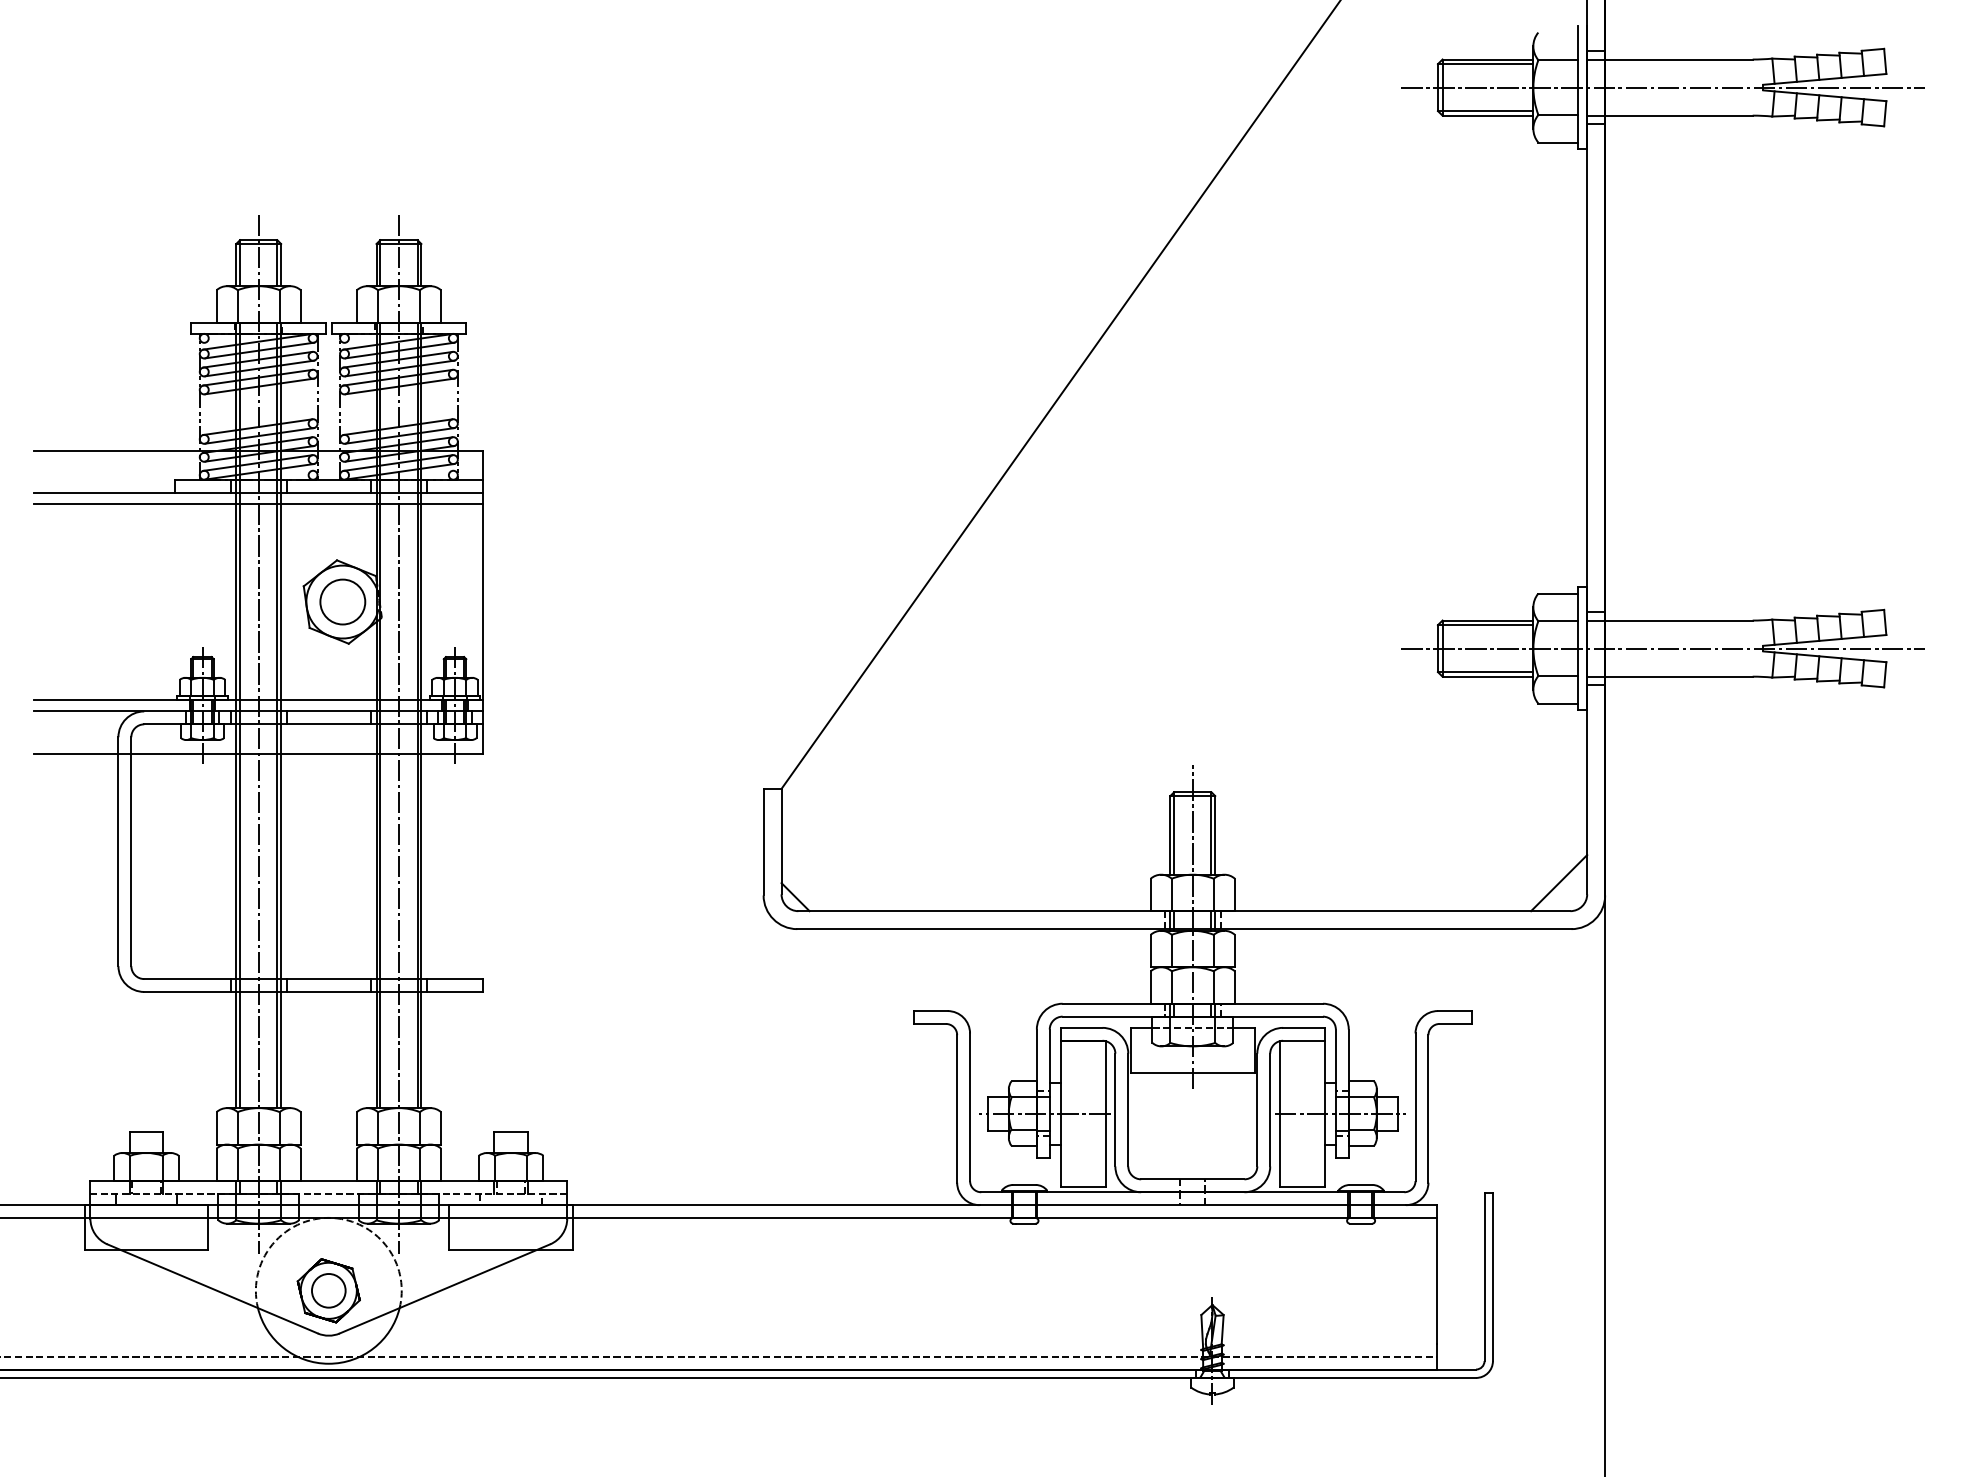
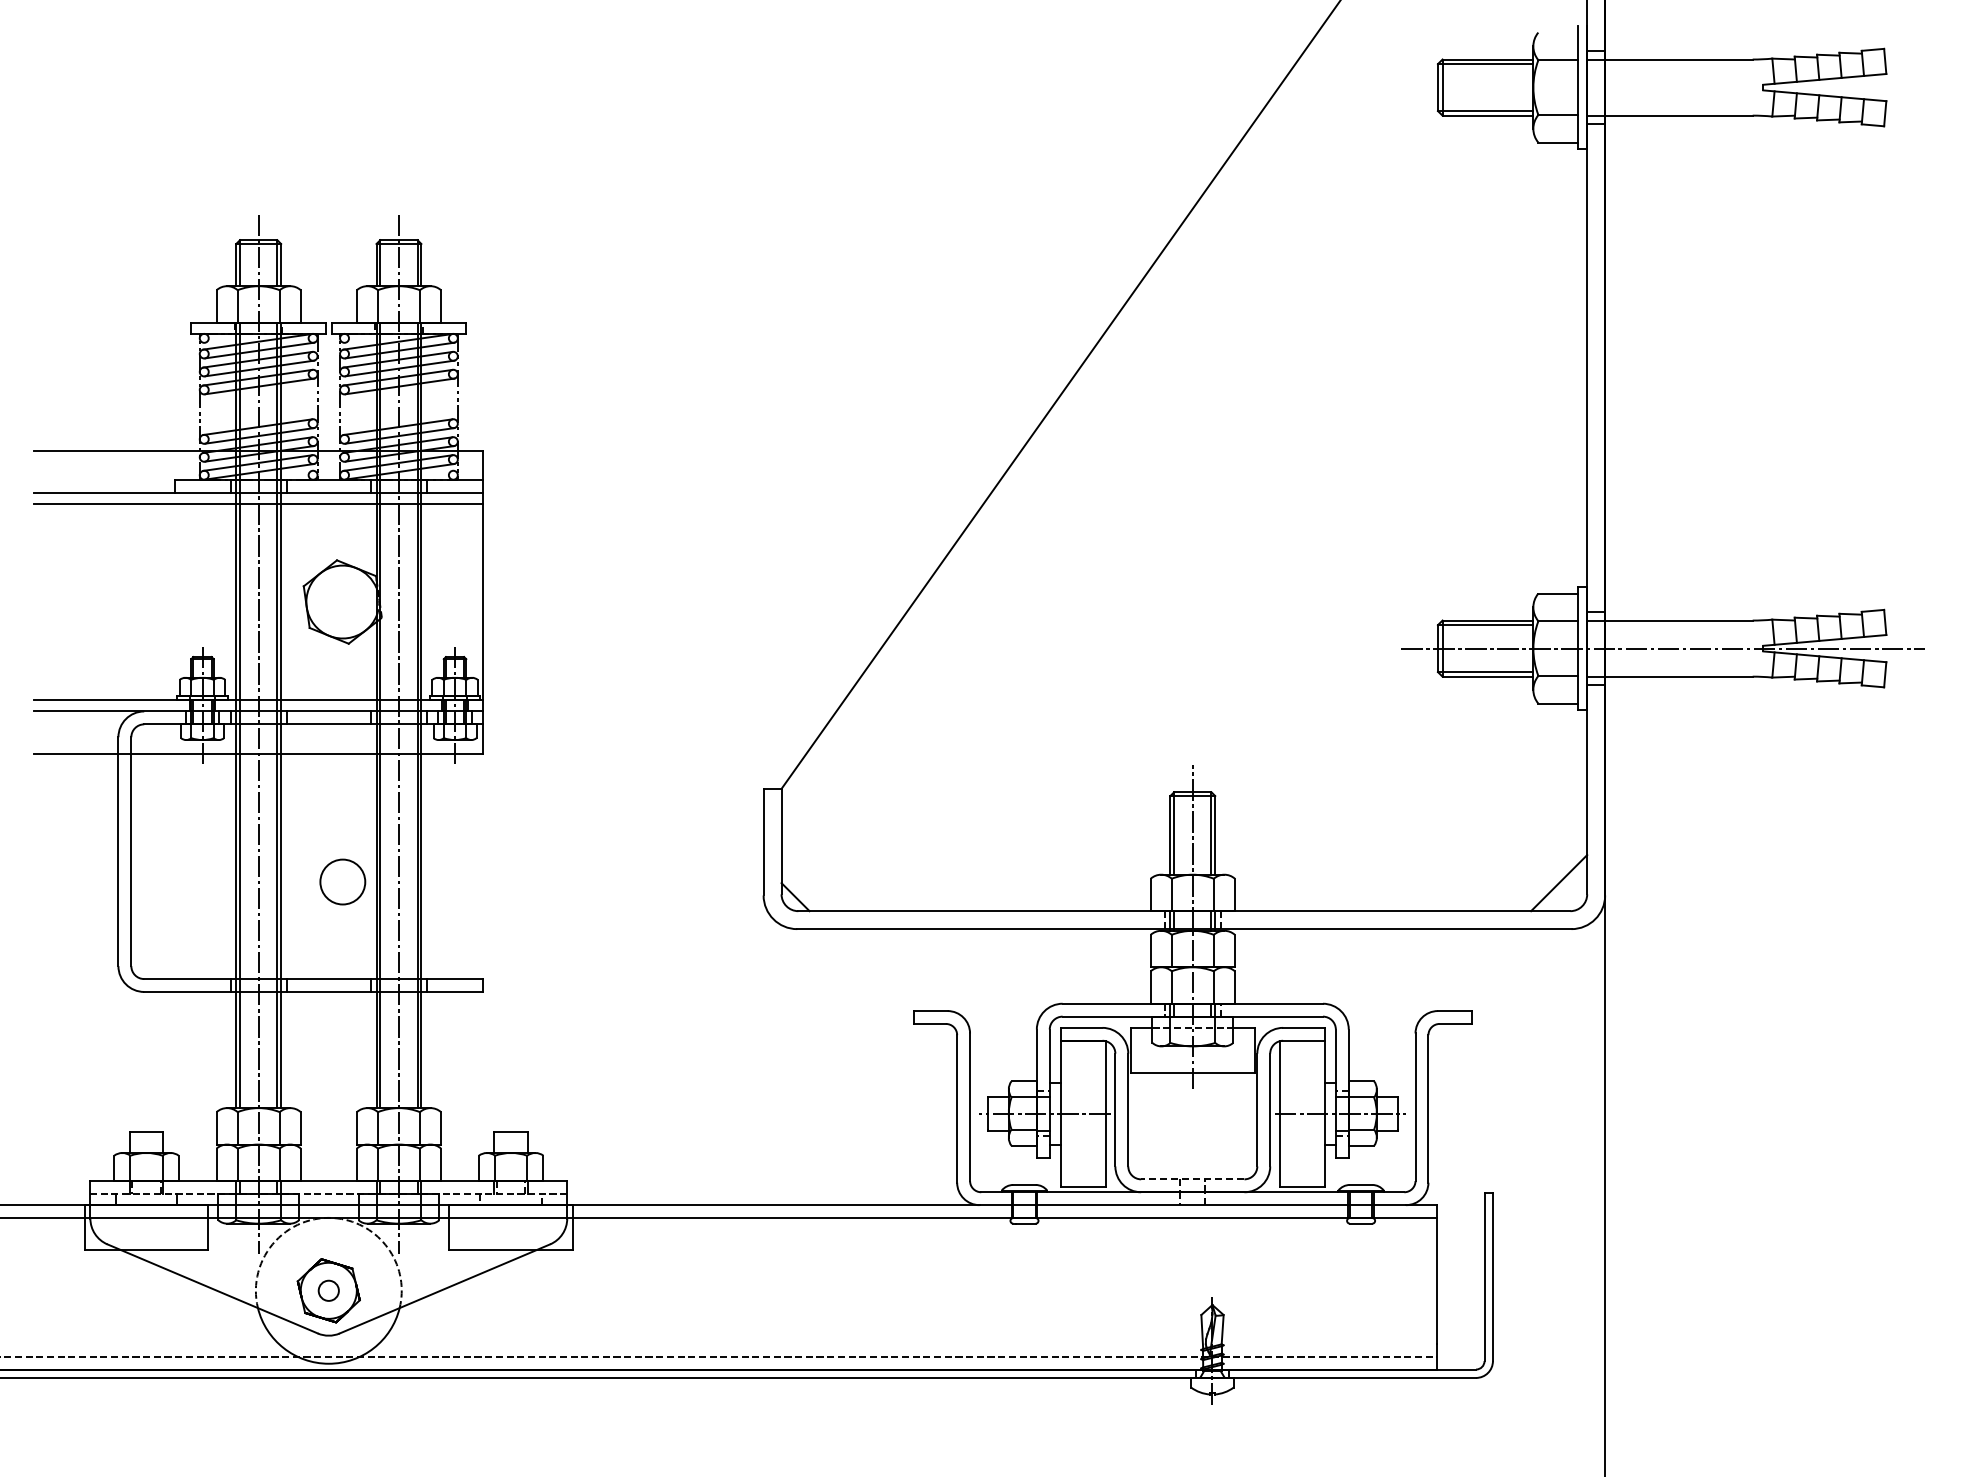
line at (1663, 87): present -> none
circle at (342, 601) position: (342, 601) -> (342, 881)
line at (1192, 1179): solid -> dashed
circle at (328, 1290) diameter: 34 px -> 20 px
